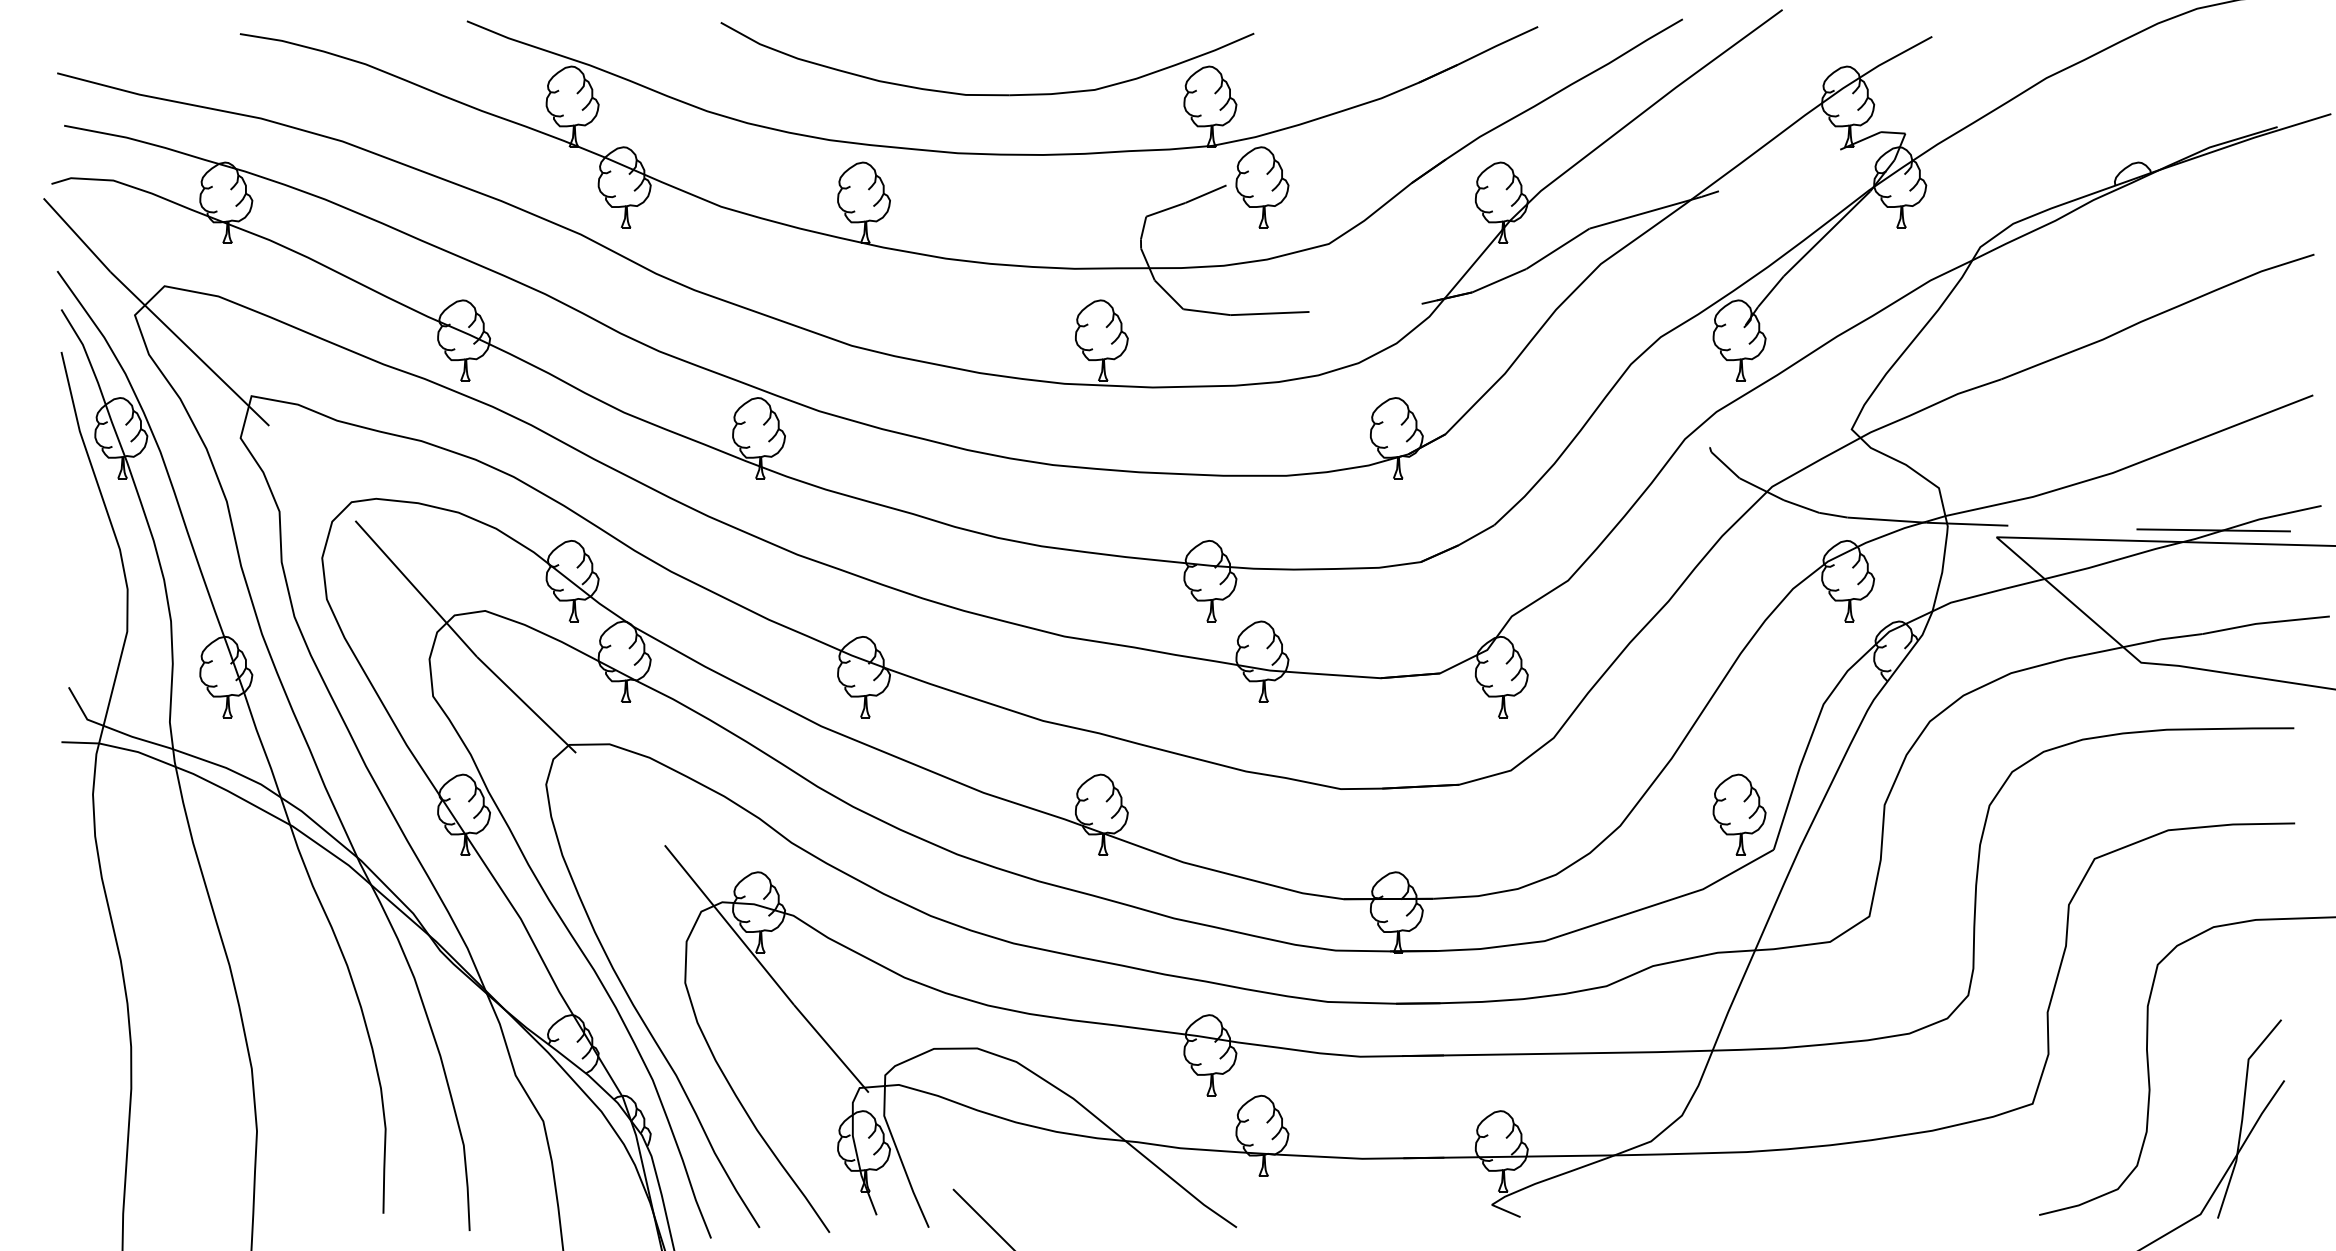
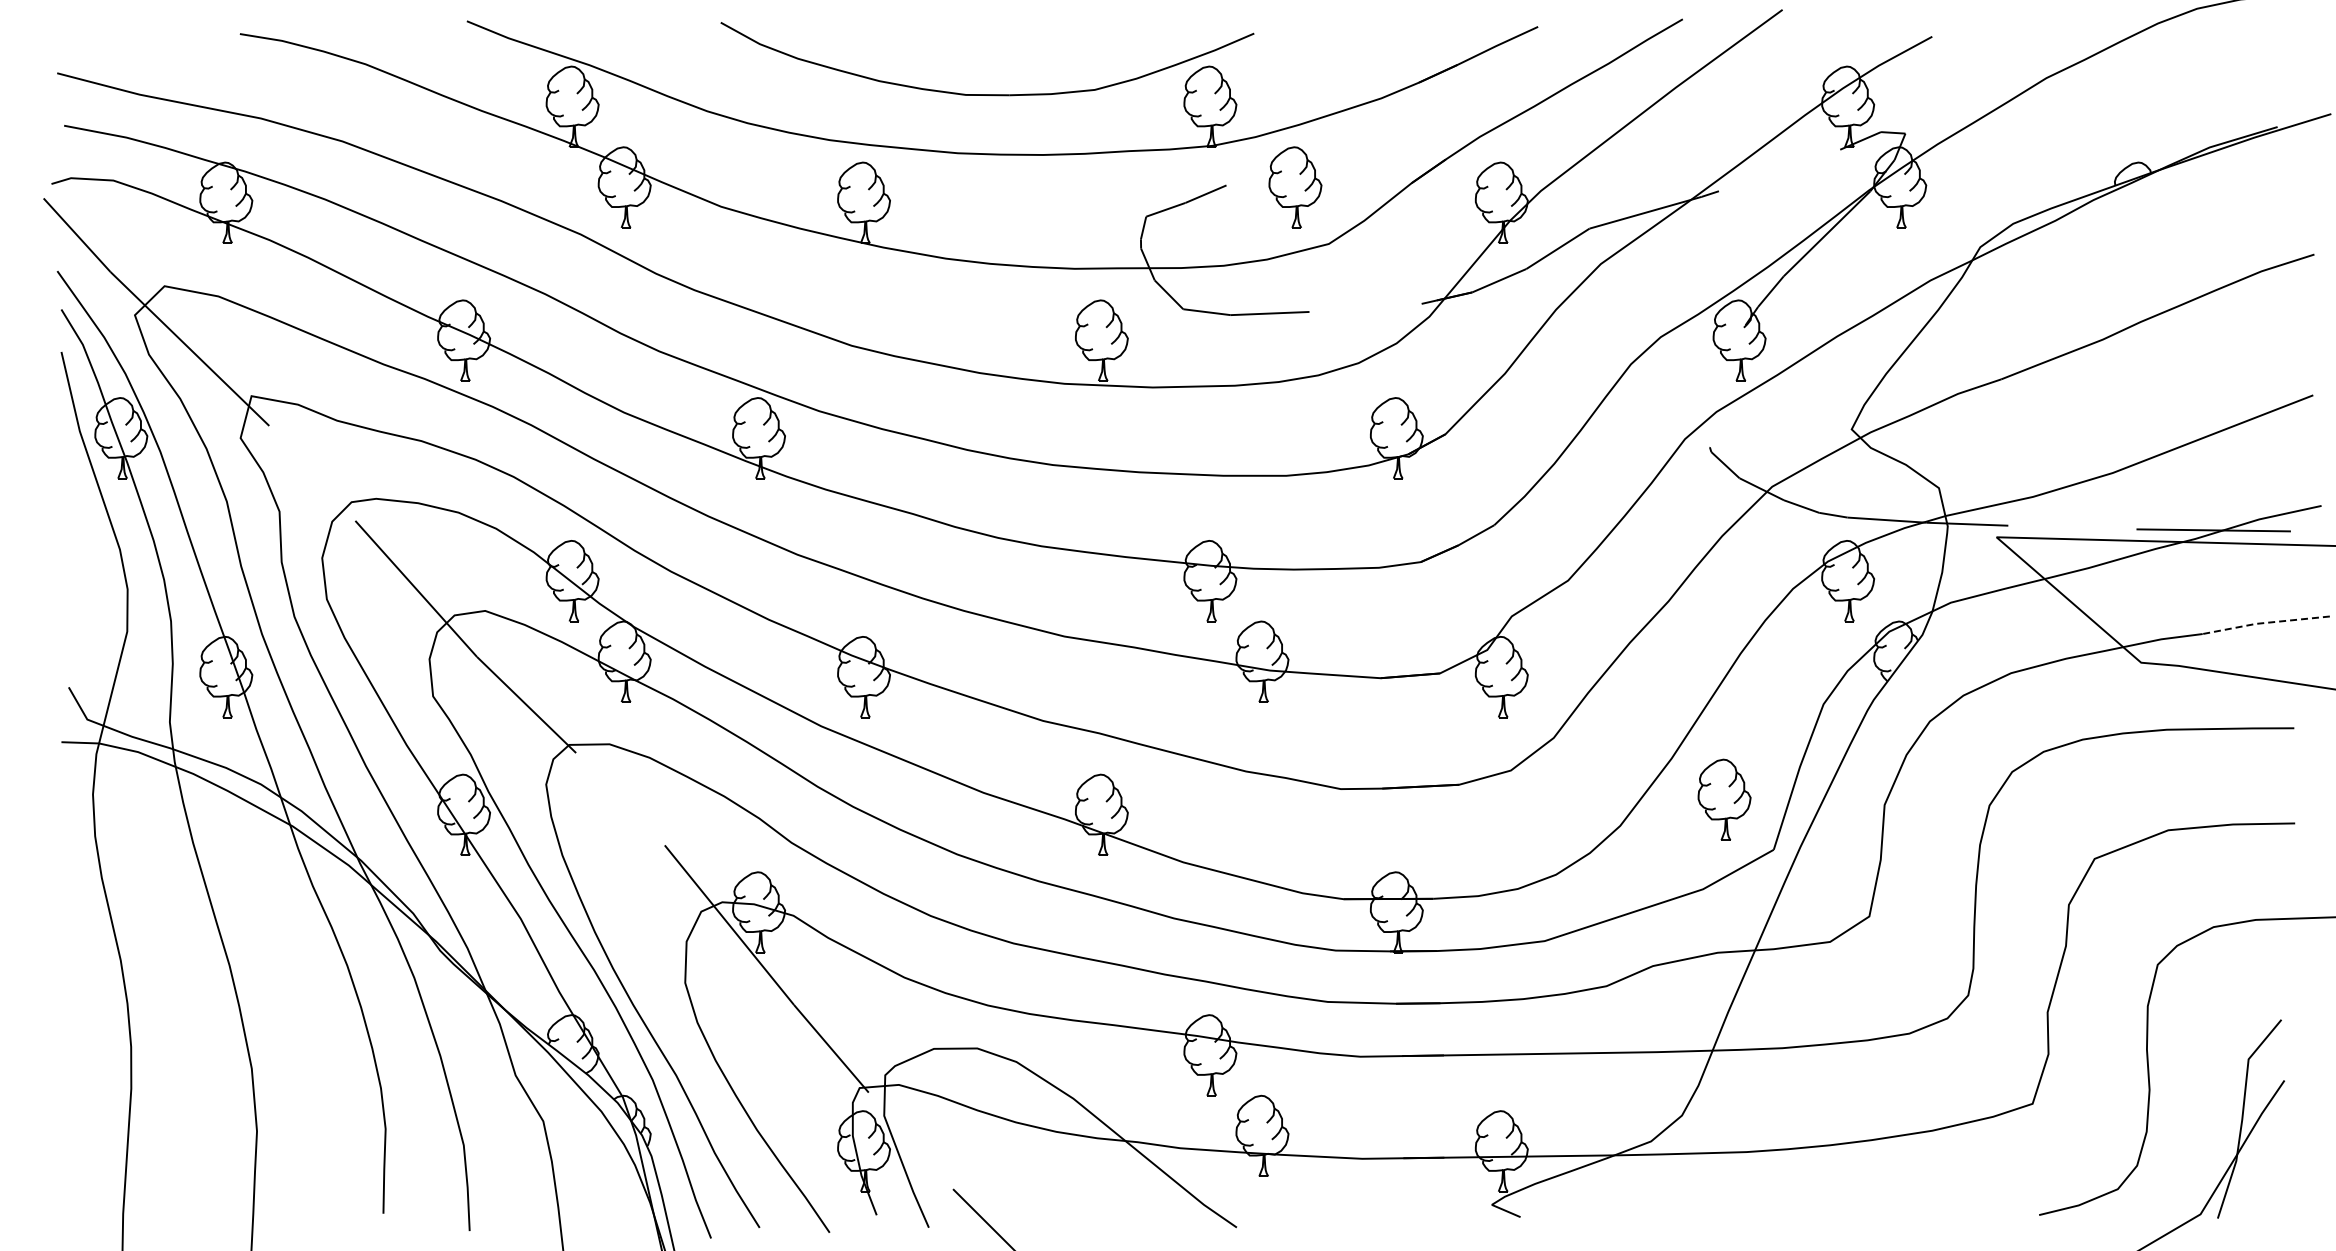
part at (1262, 187) position: (1262, 187) -> (1295, 187)
line at (2264, 623): solid -> dashed
part at (1739, 814) position: (1739, 814) -> (1724, 799)
